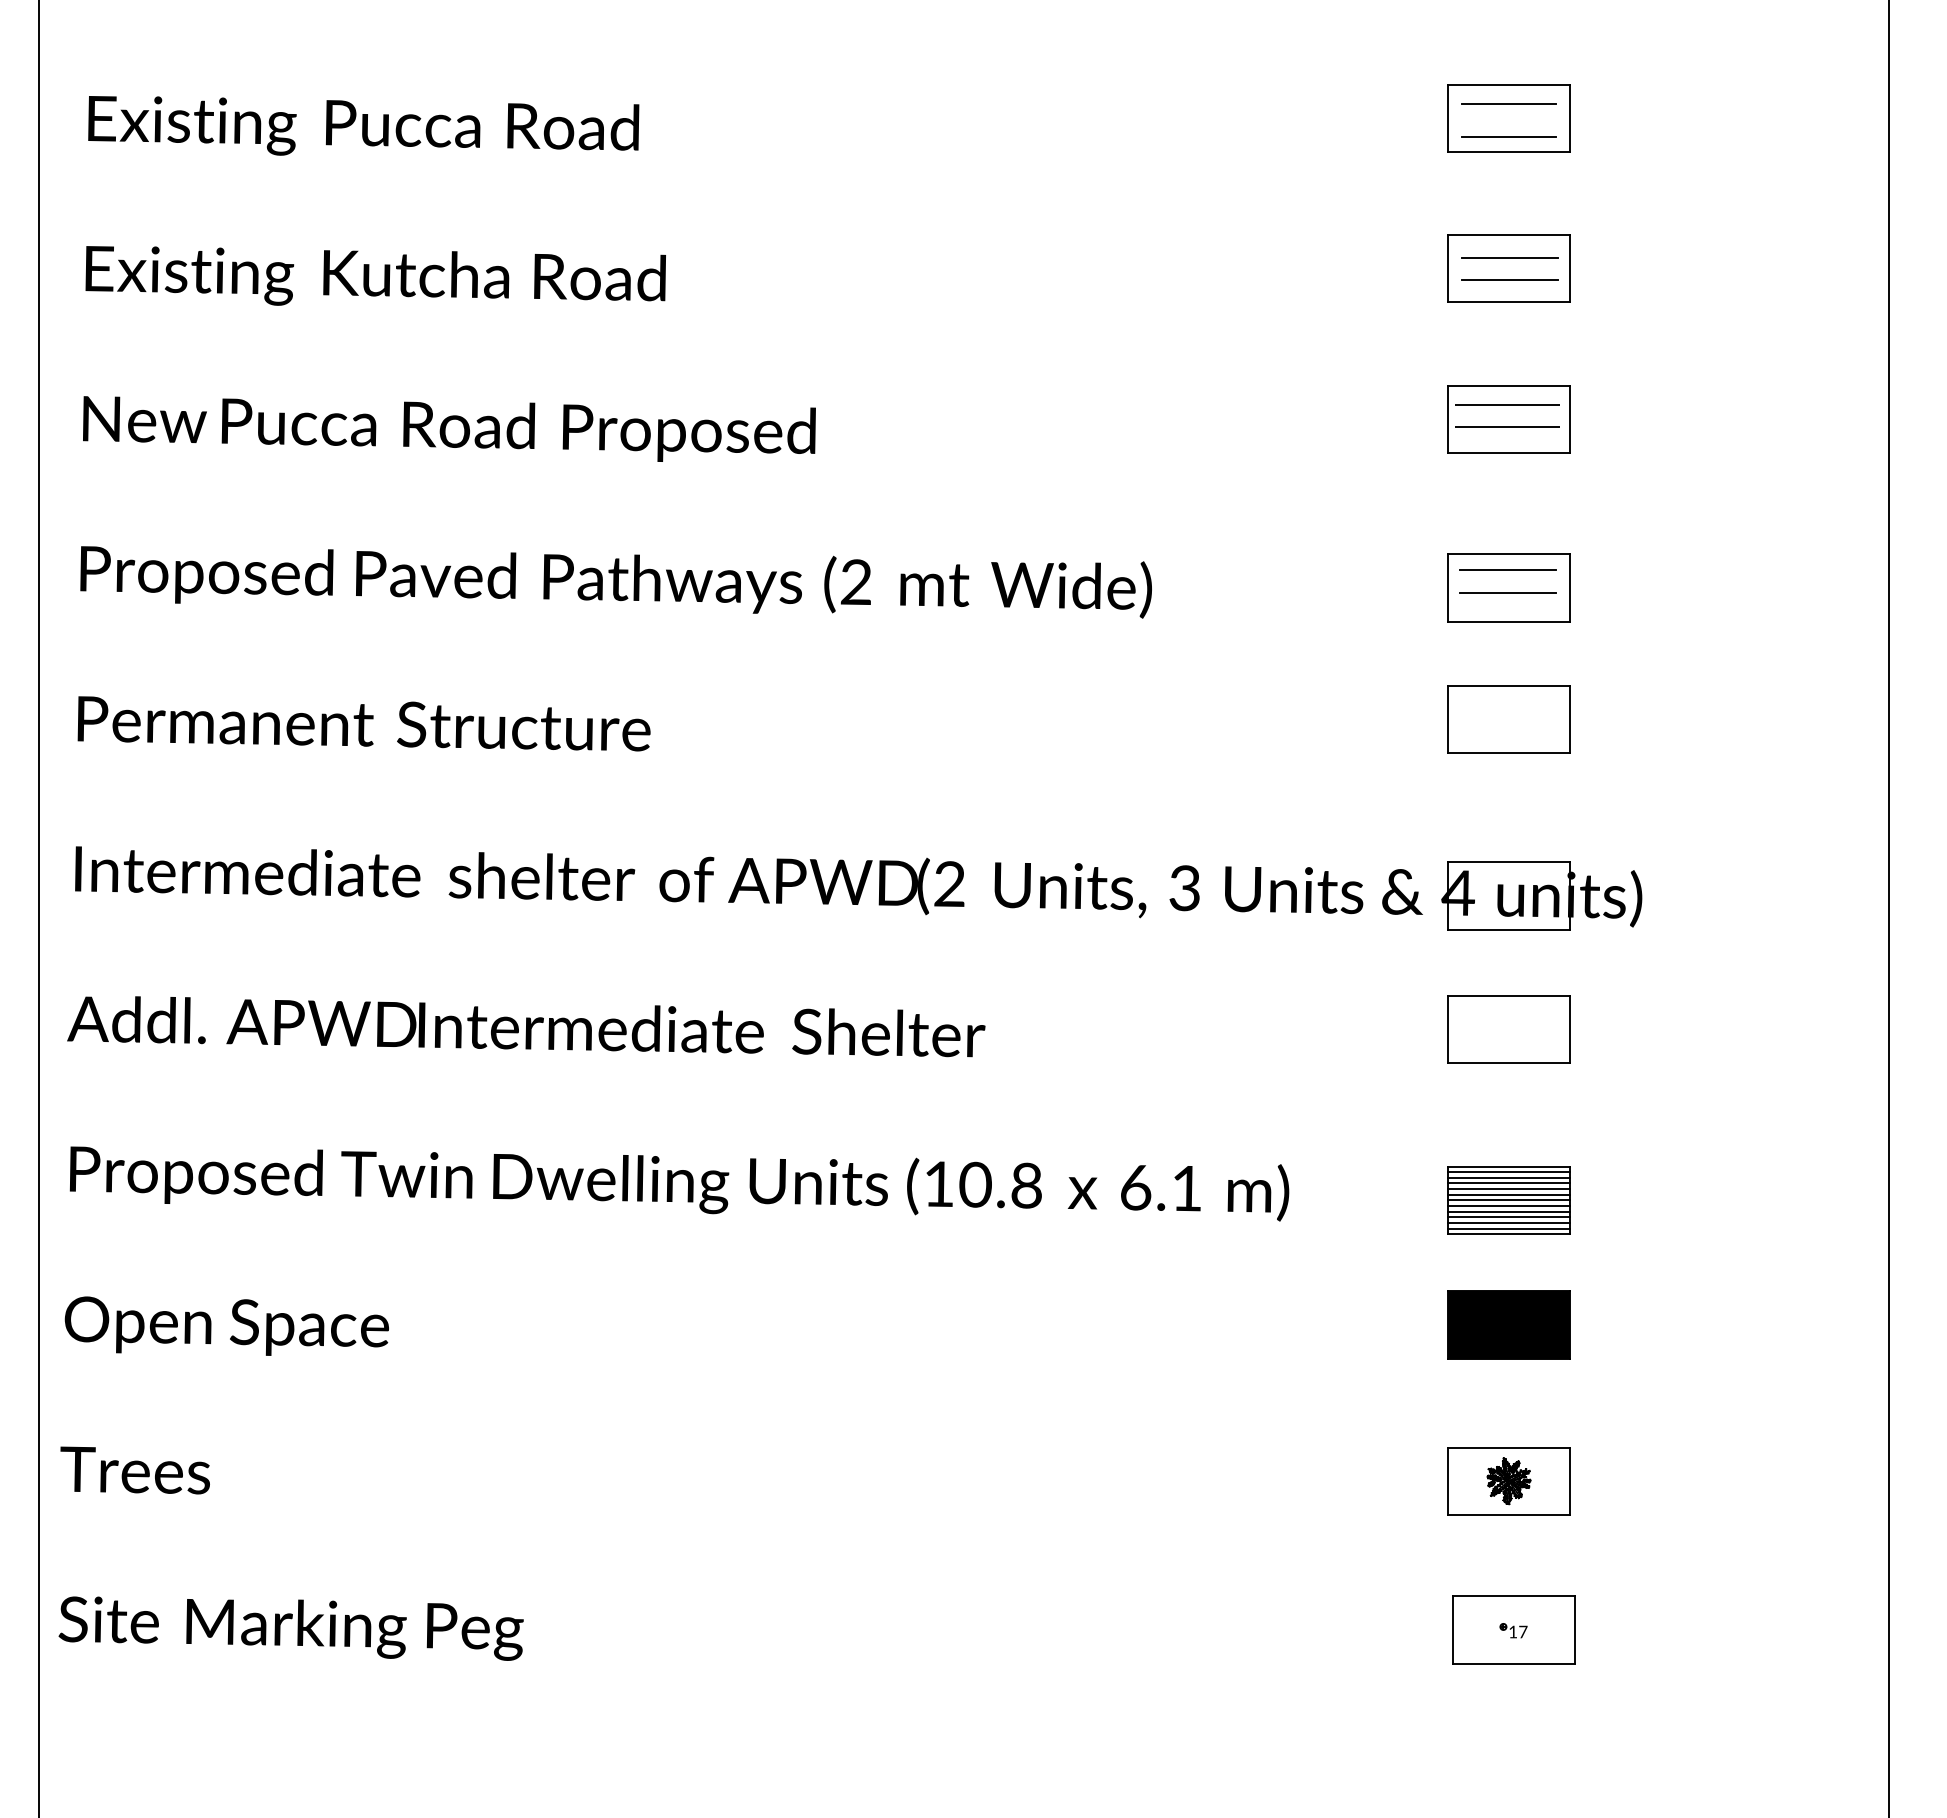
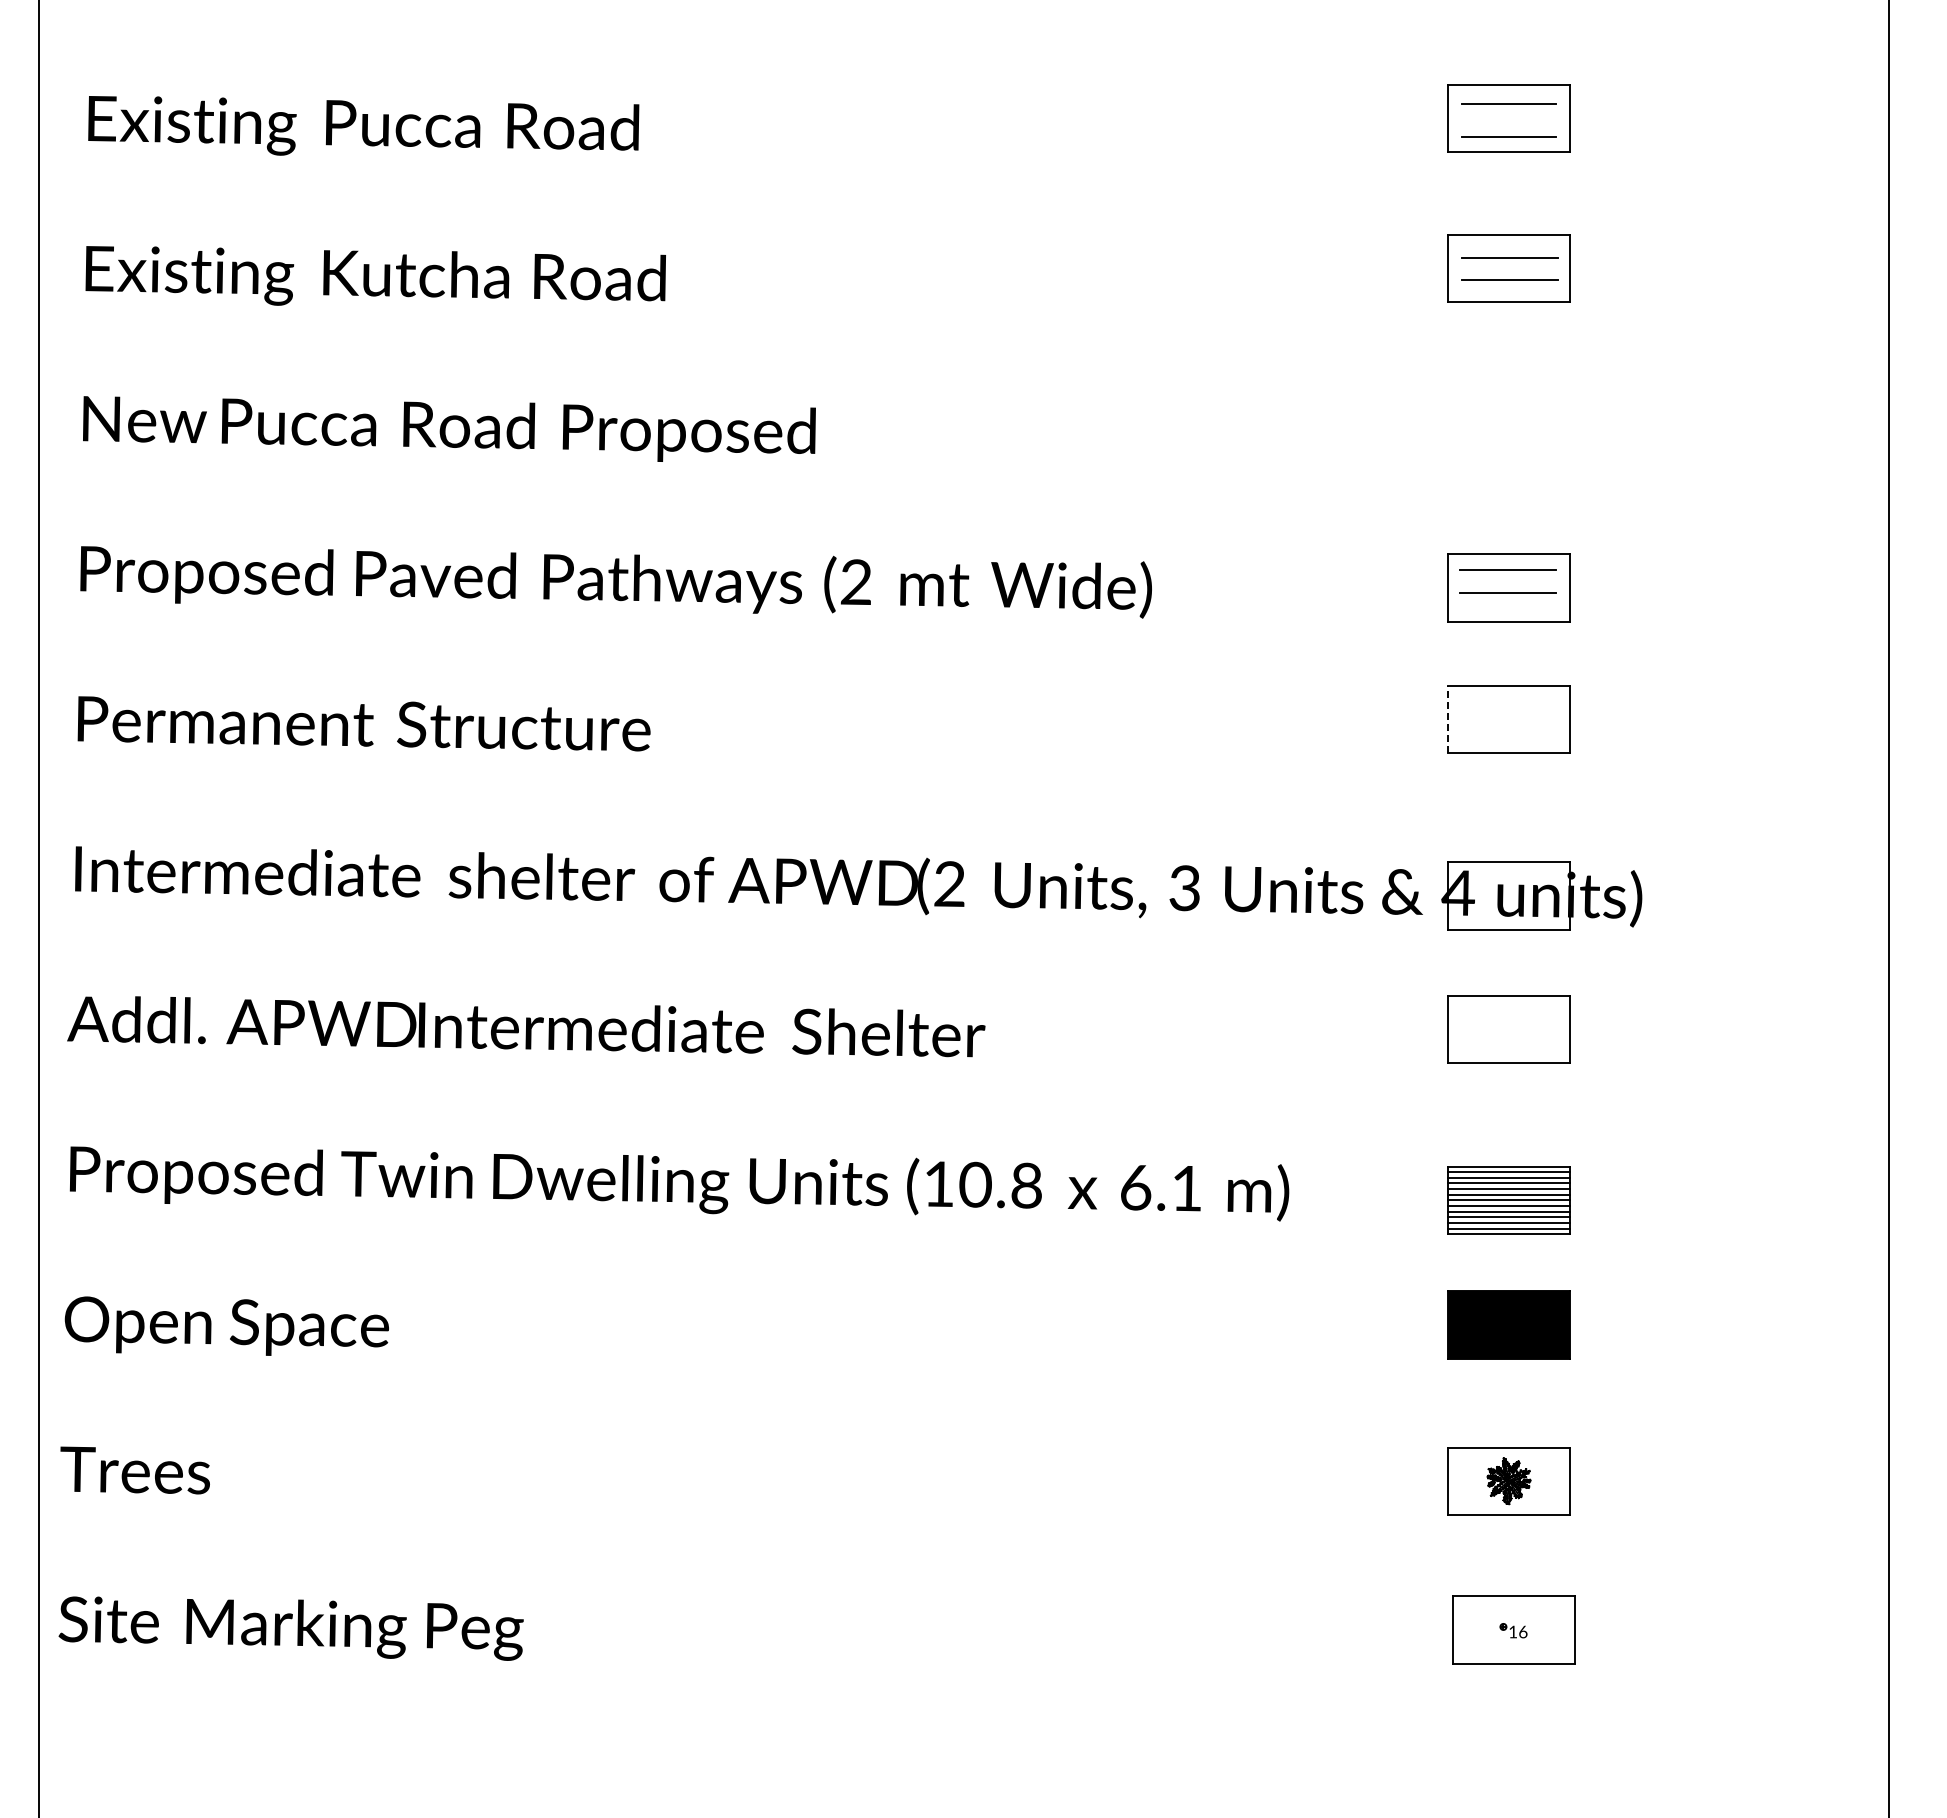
part at (1508, 419): present -> none
line at (1447, 719): solid -> dashed
text at (1523, 1631): 17 -> 16
